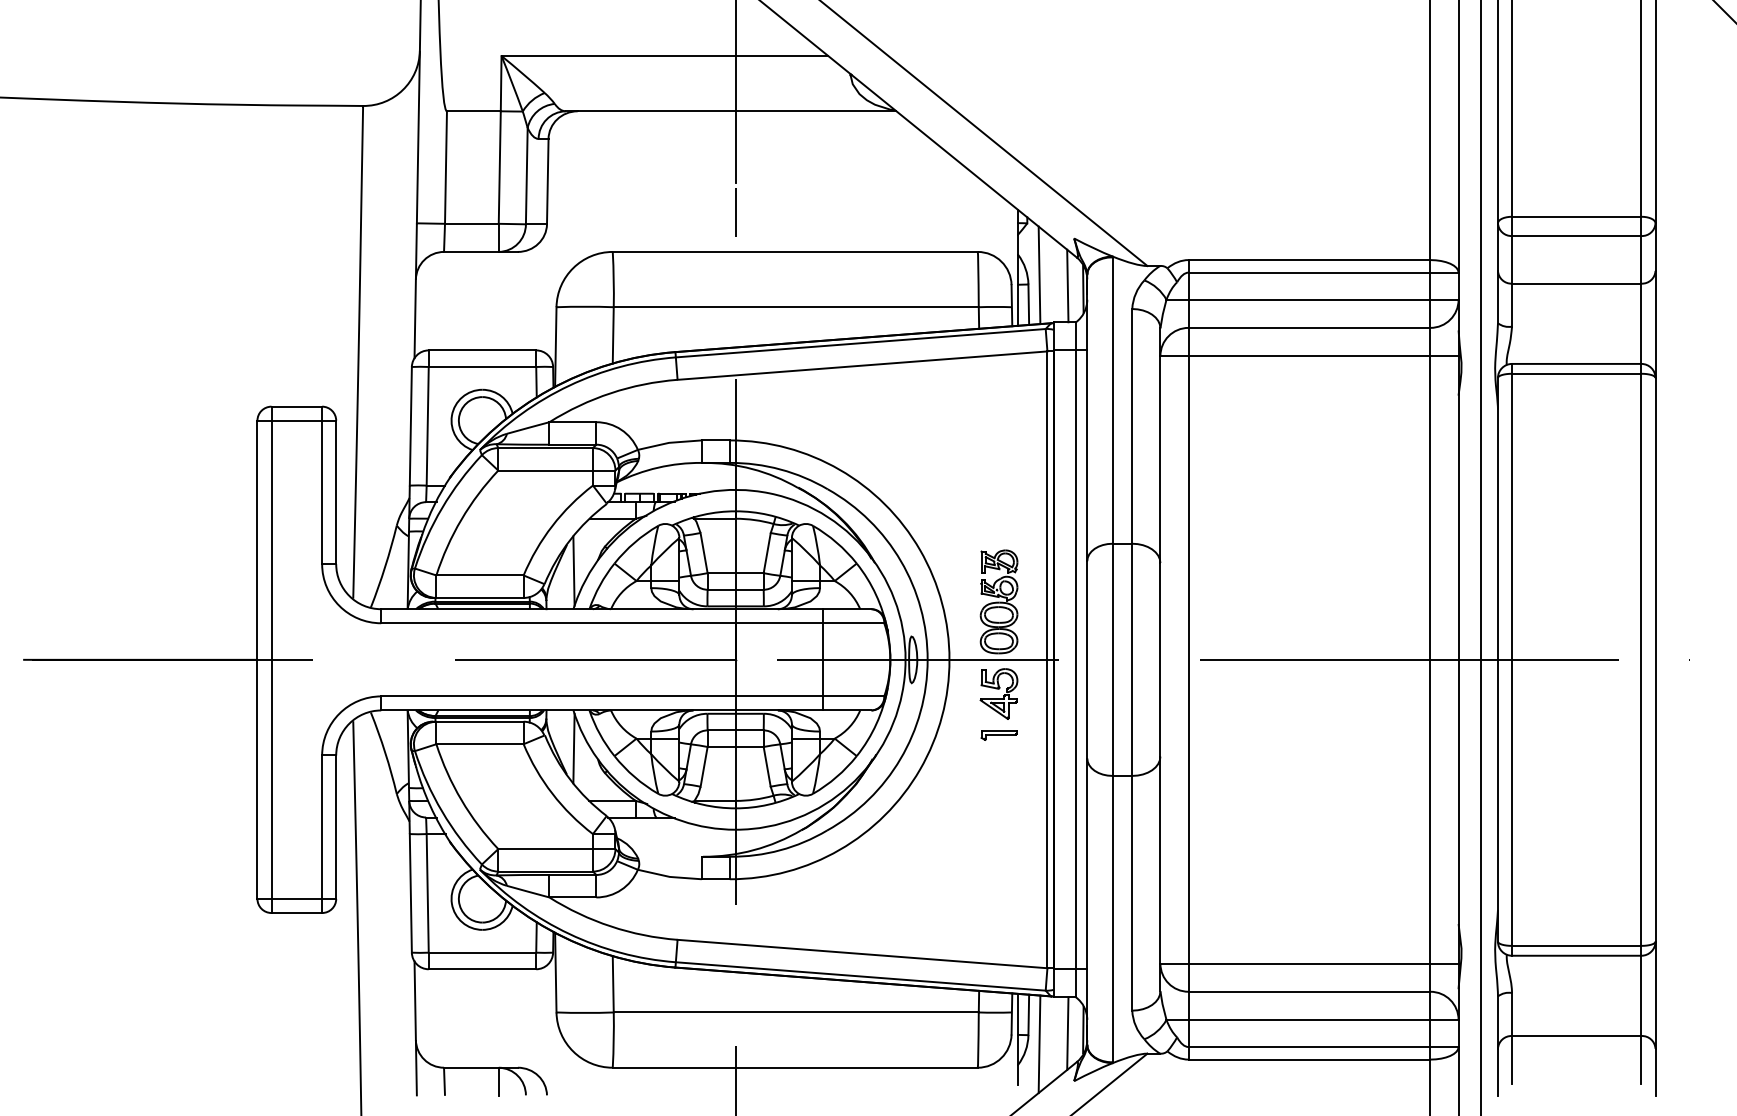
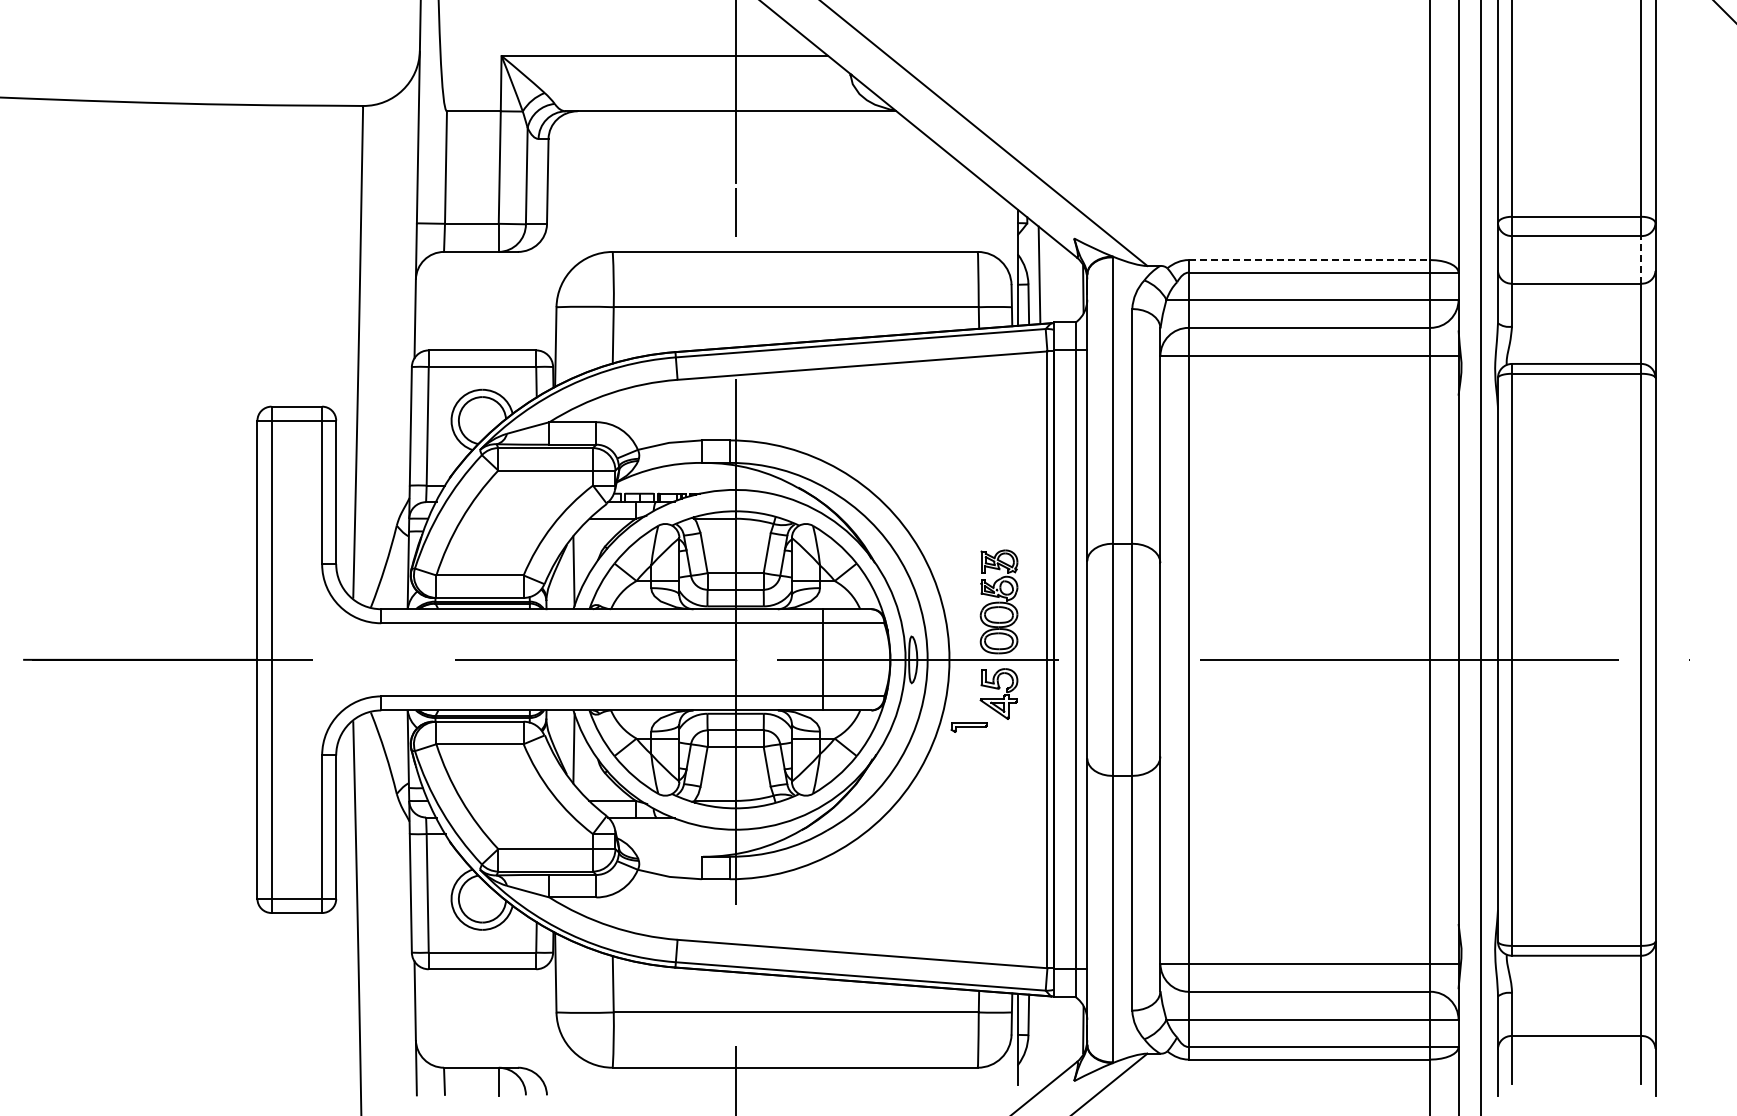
line at (1641, 259): solid -> dashed
line at (1309, 260): solid -> dashed
line at (1067, 285): present -> none
part at (998, 735) position: (998, 735) -> (968, 727)
line at (1067, 1033): present -> none
line at (1039, 1044): present -> none
